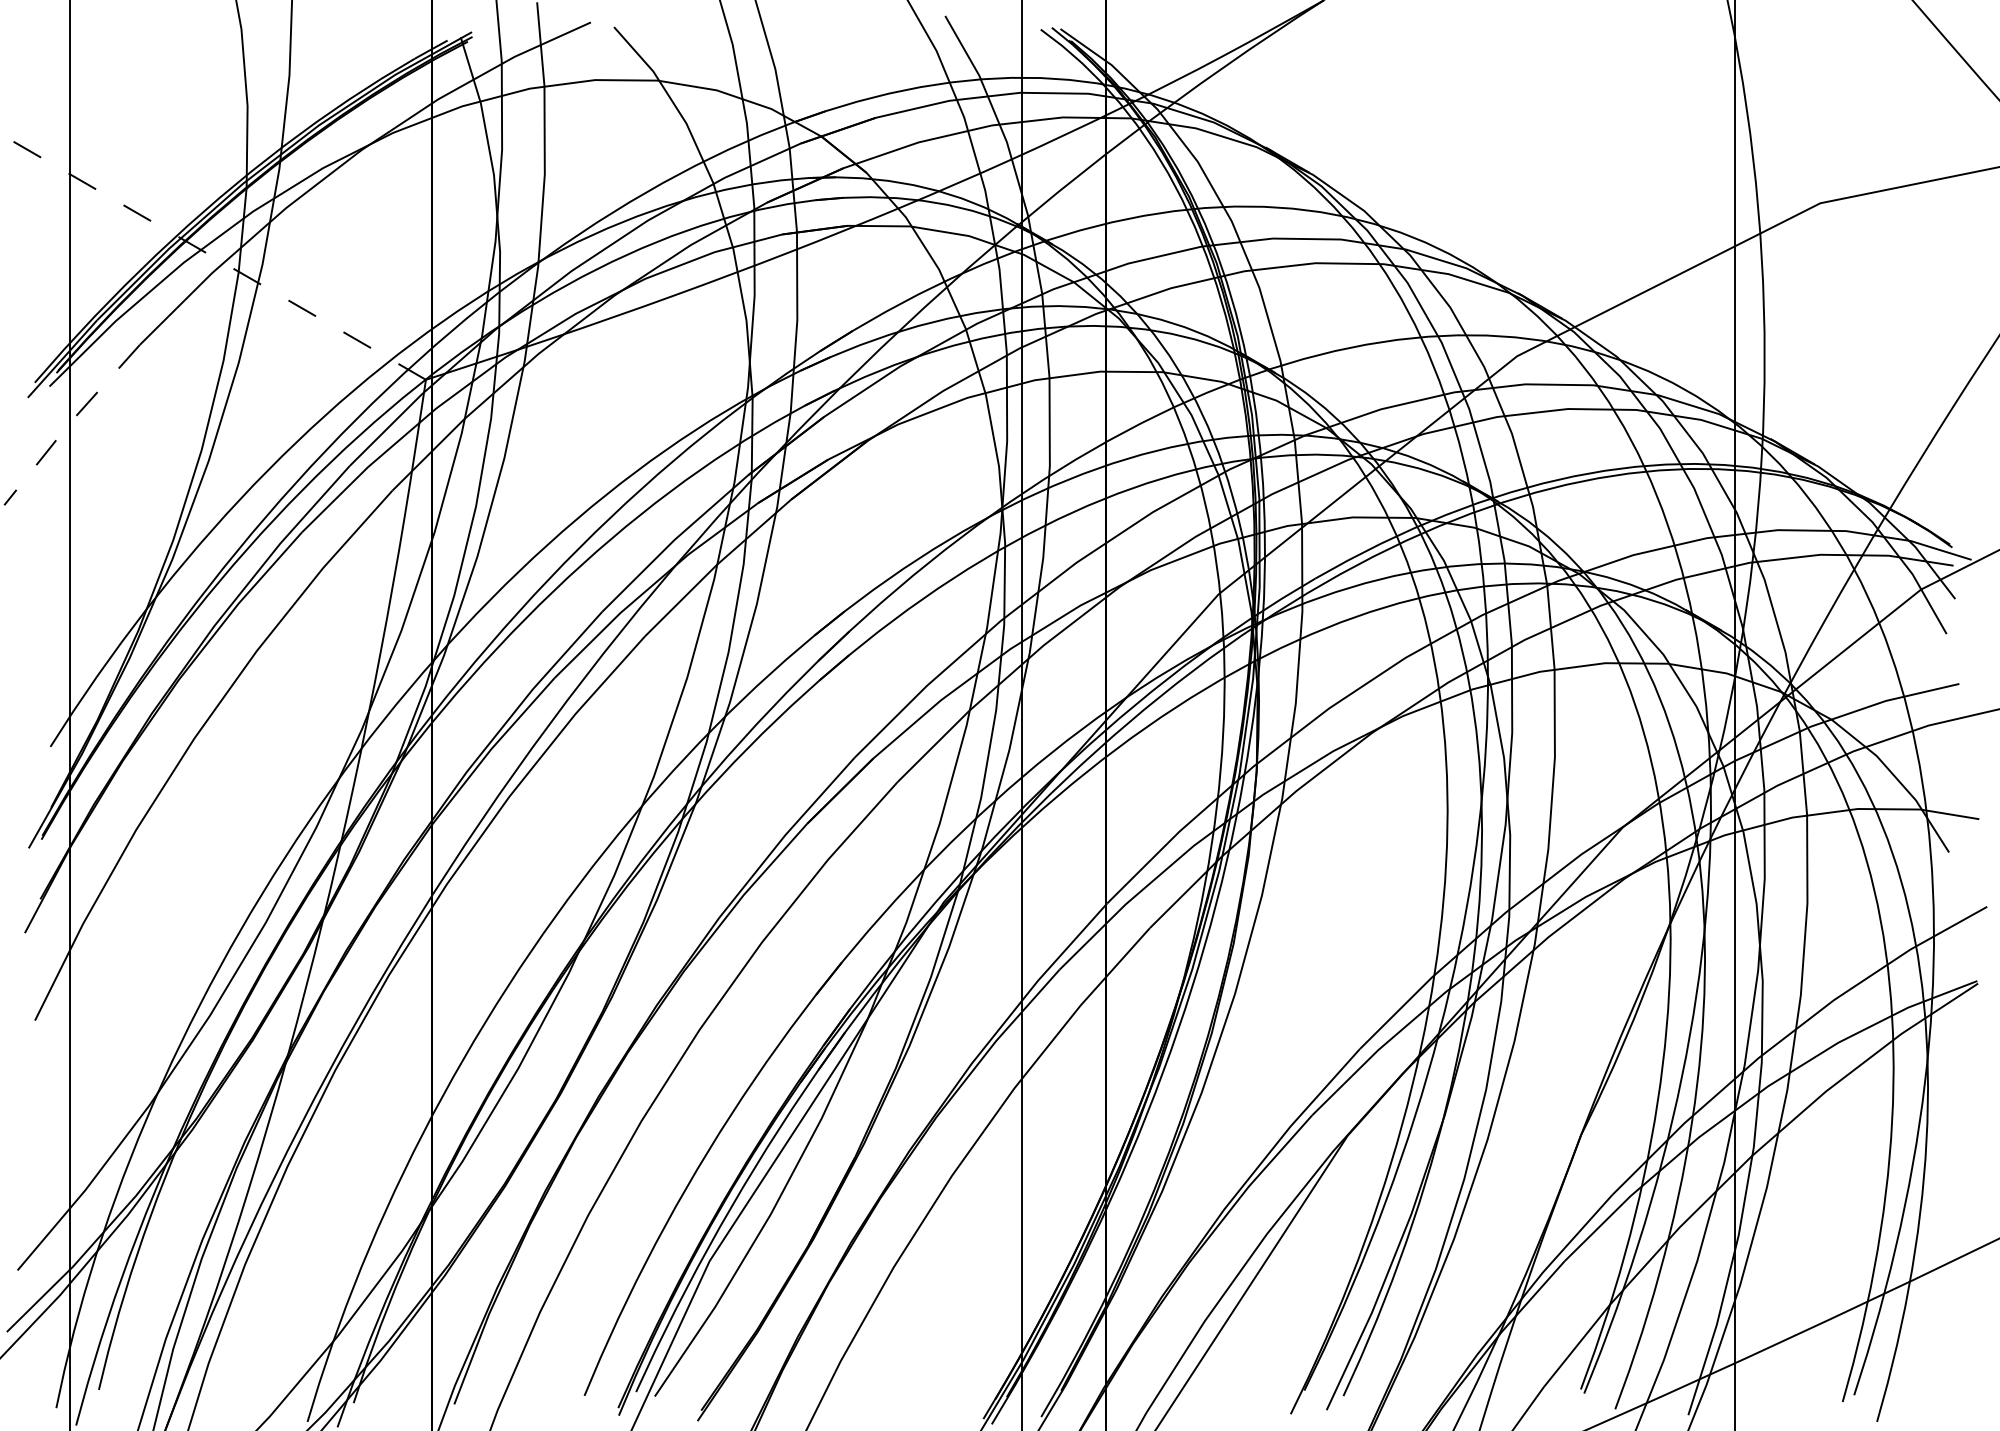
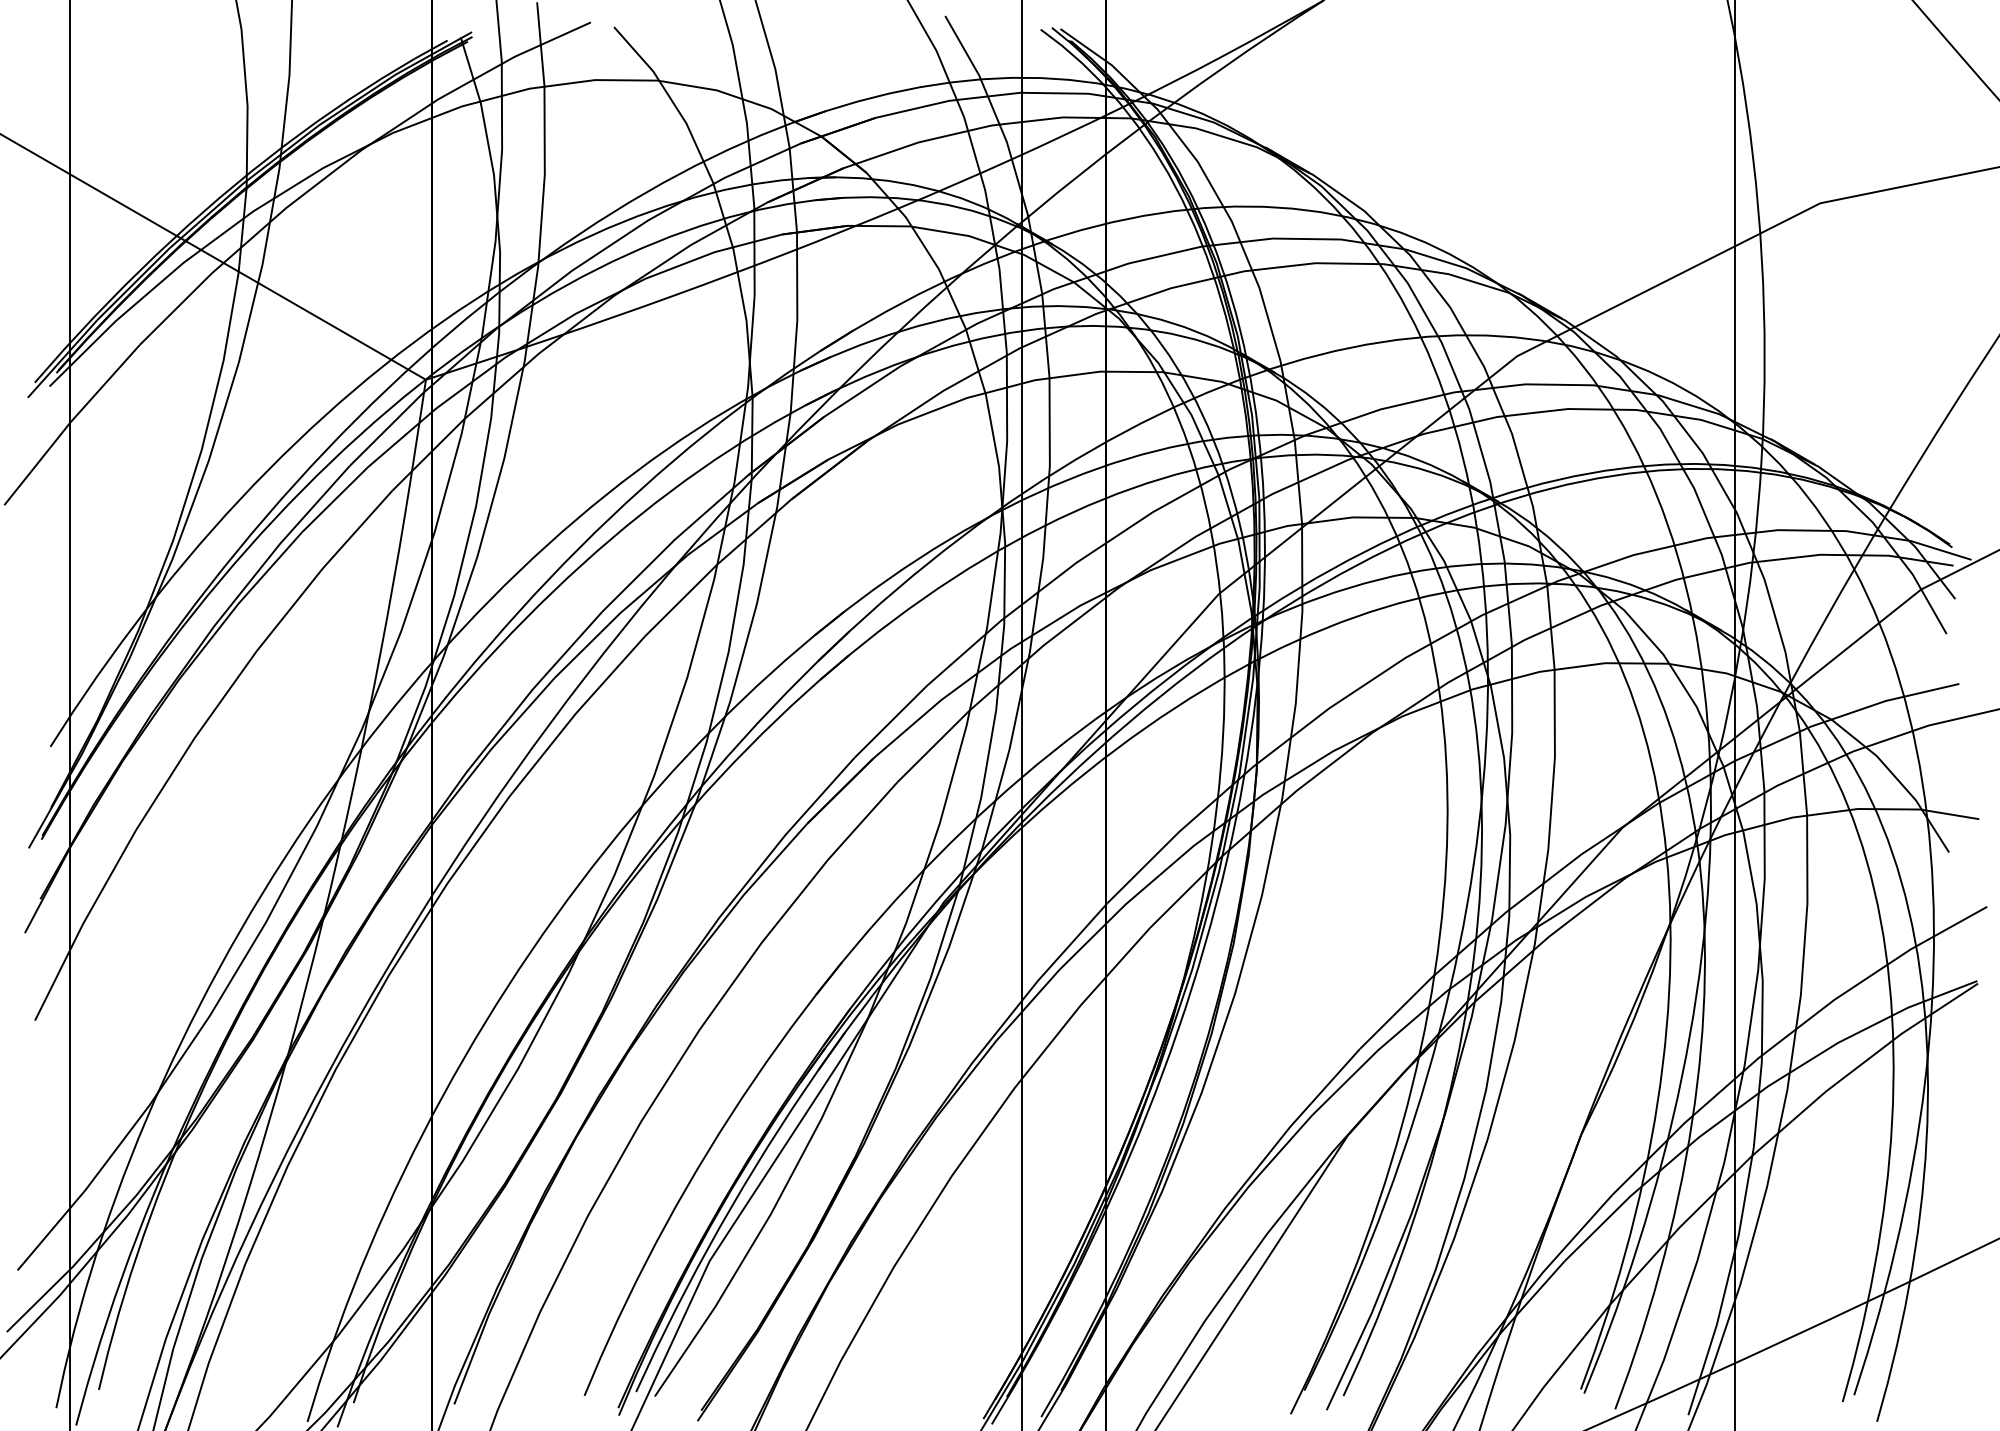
line at (212, 256): dashed -> solid
line at (69, 423): dashed -> solid
